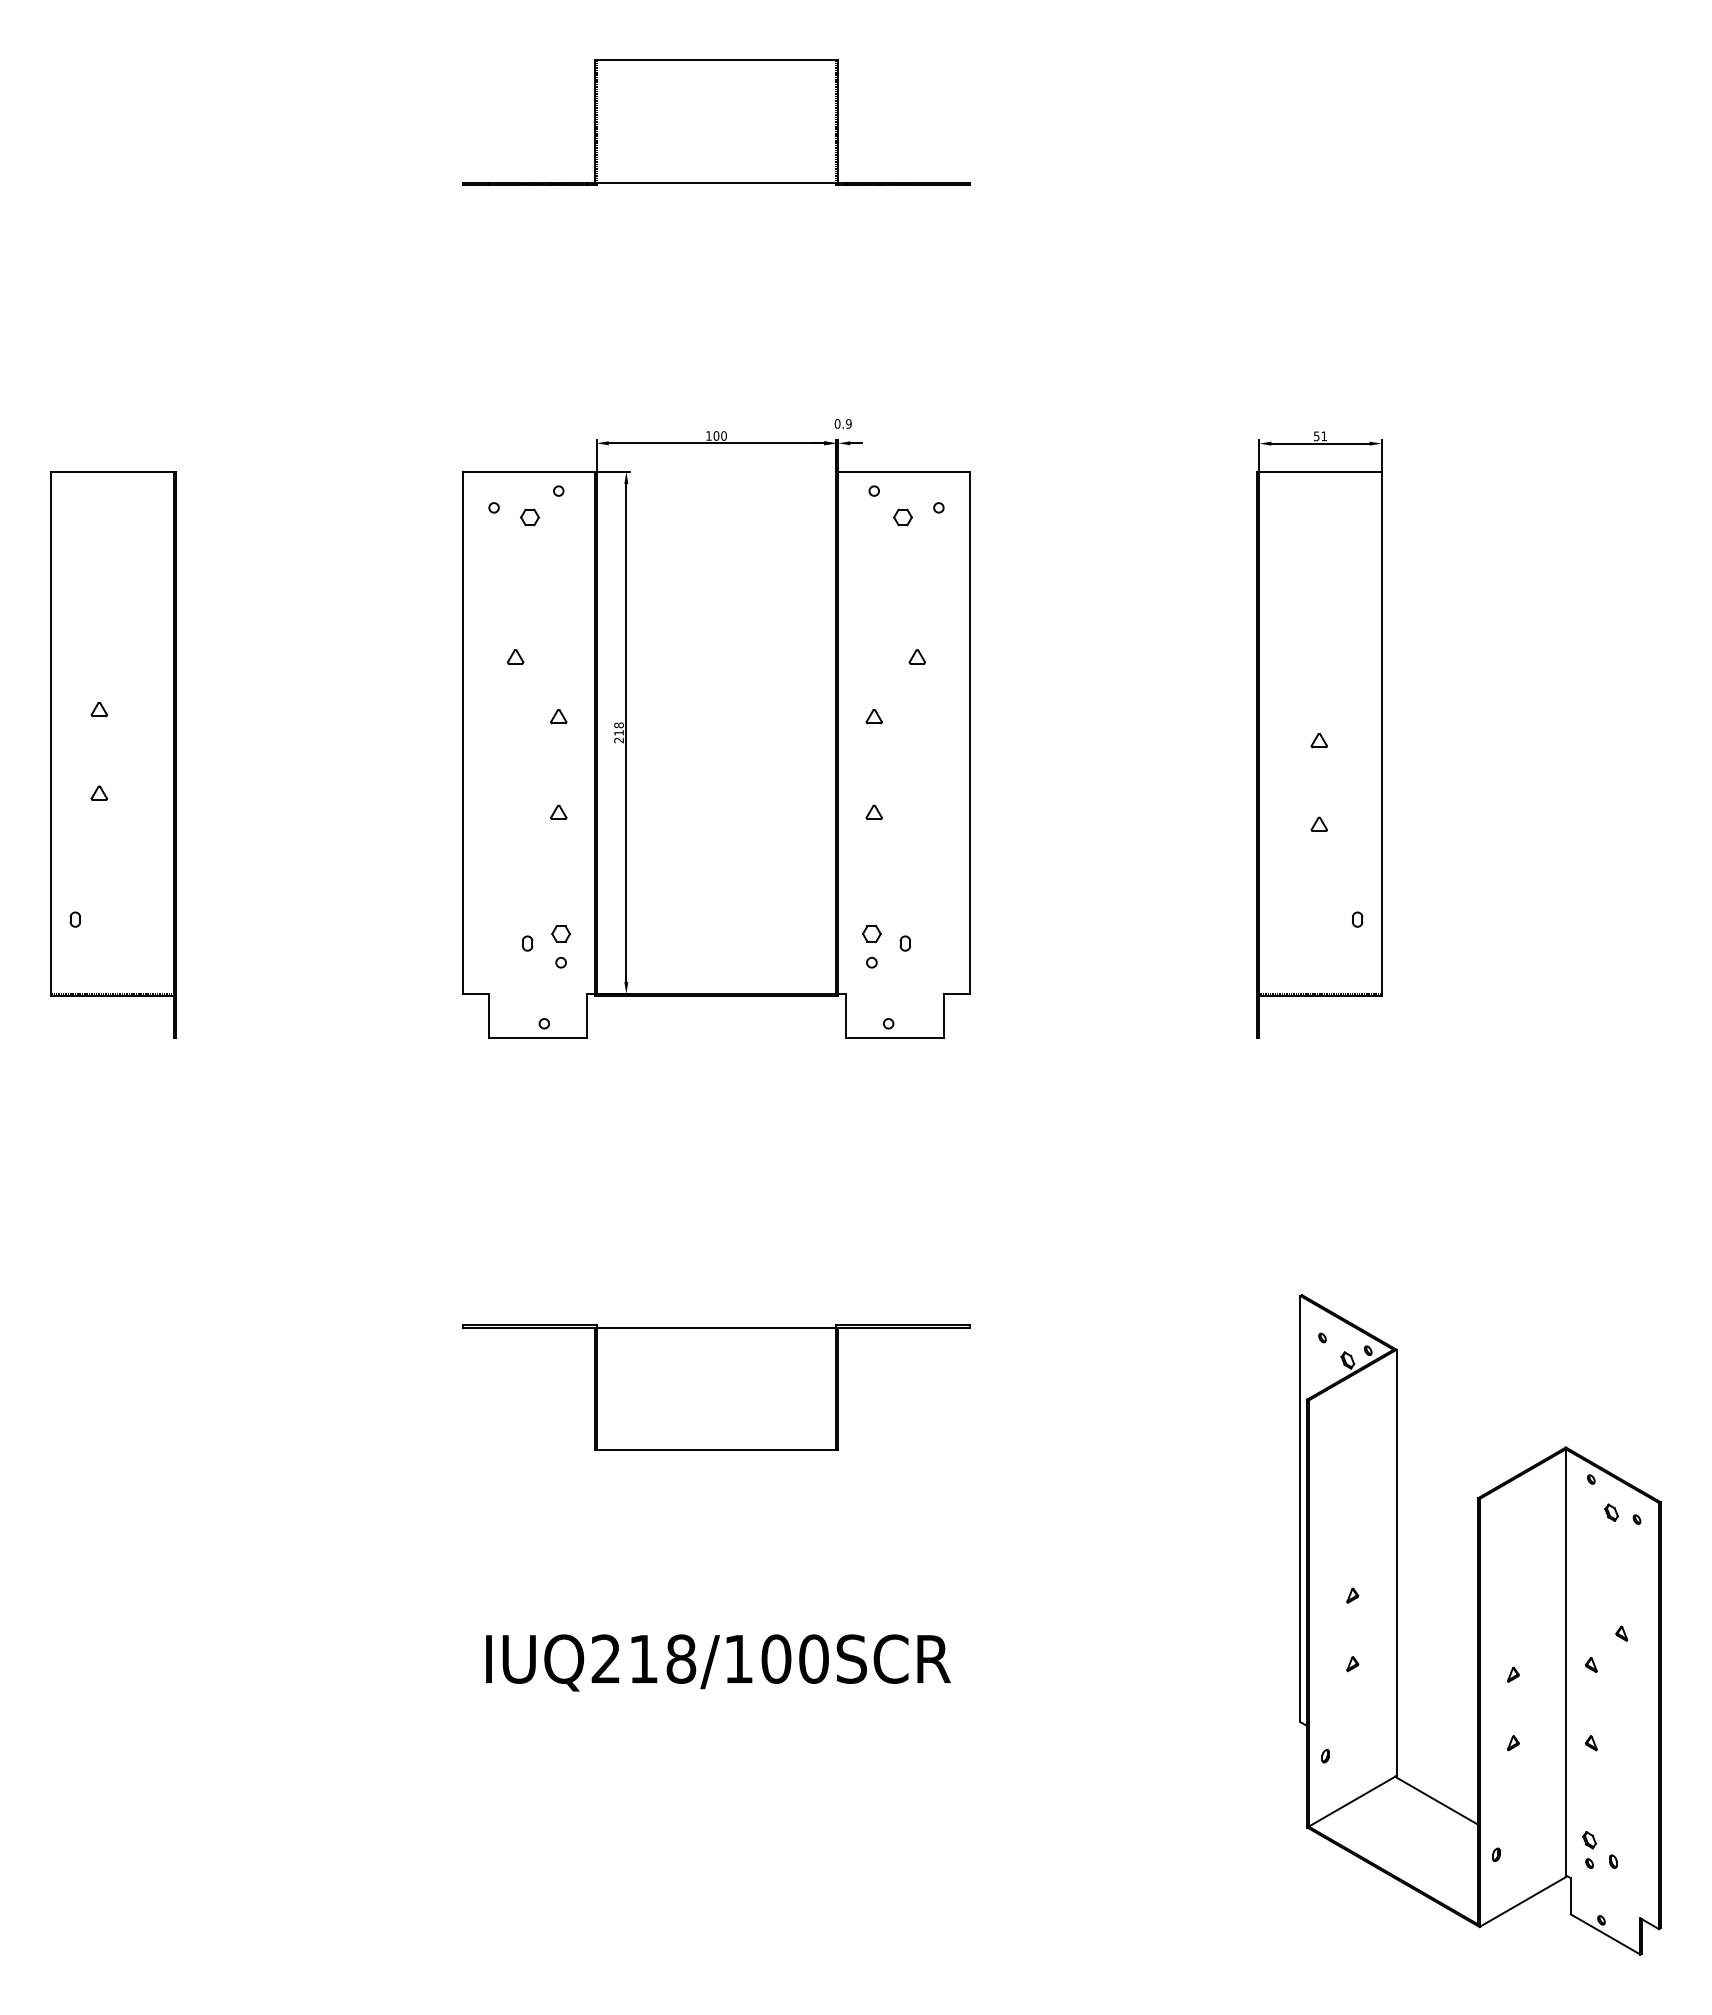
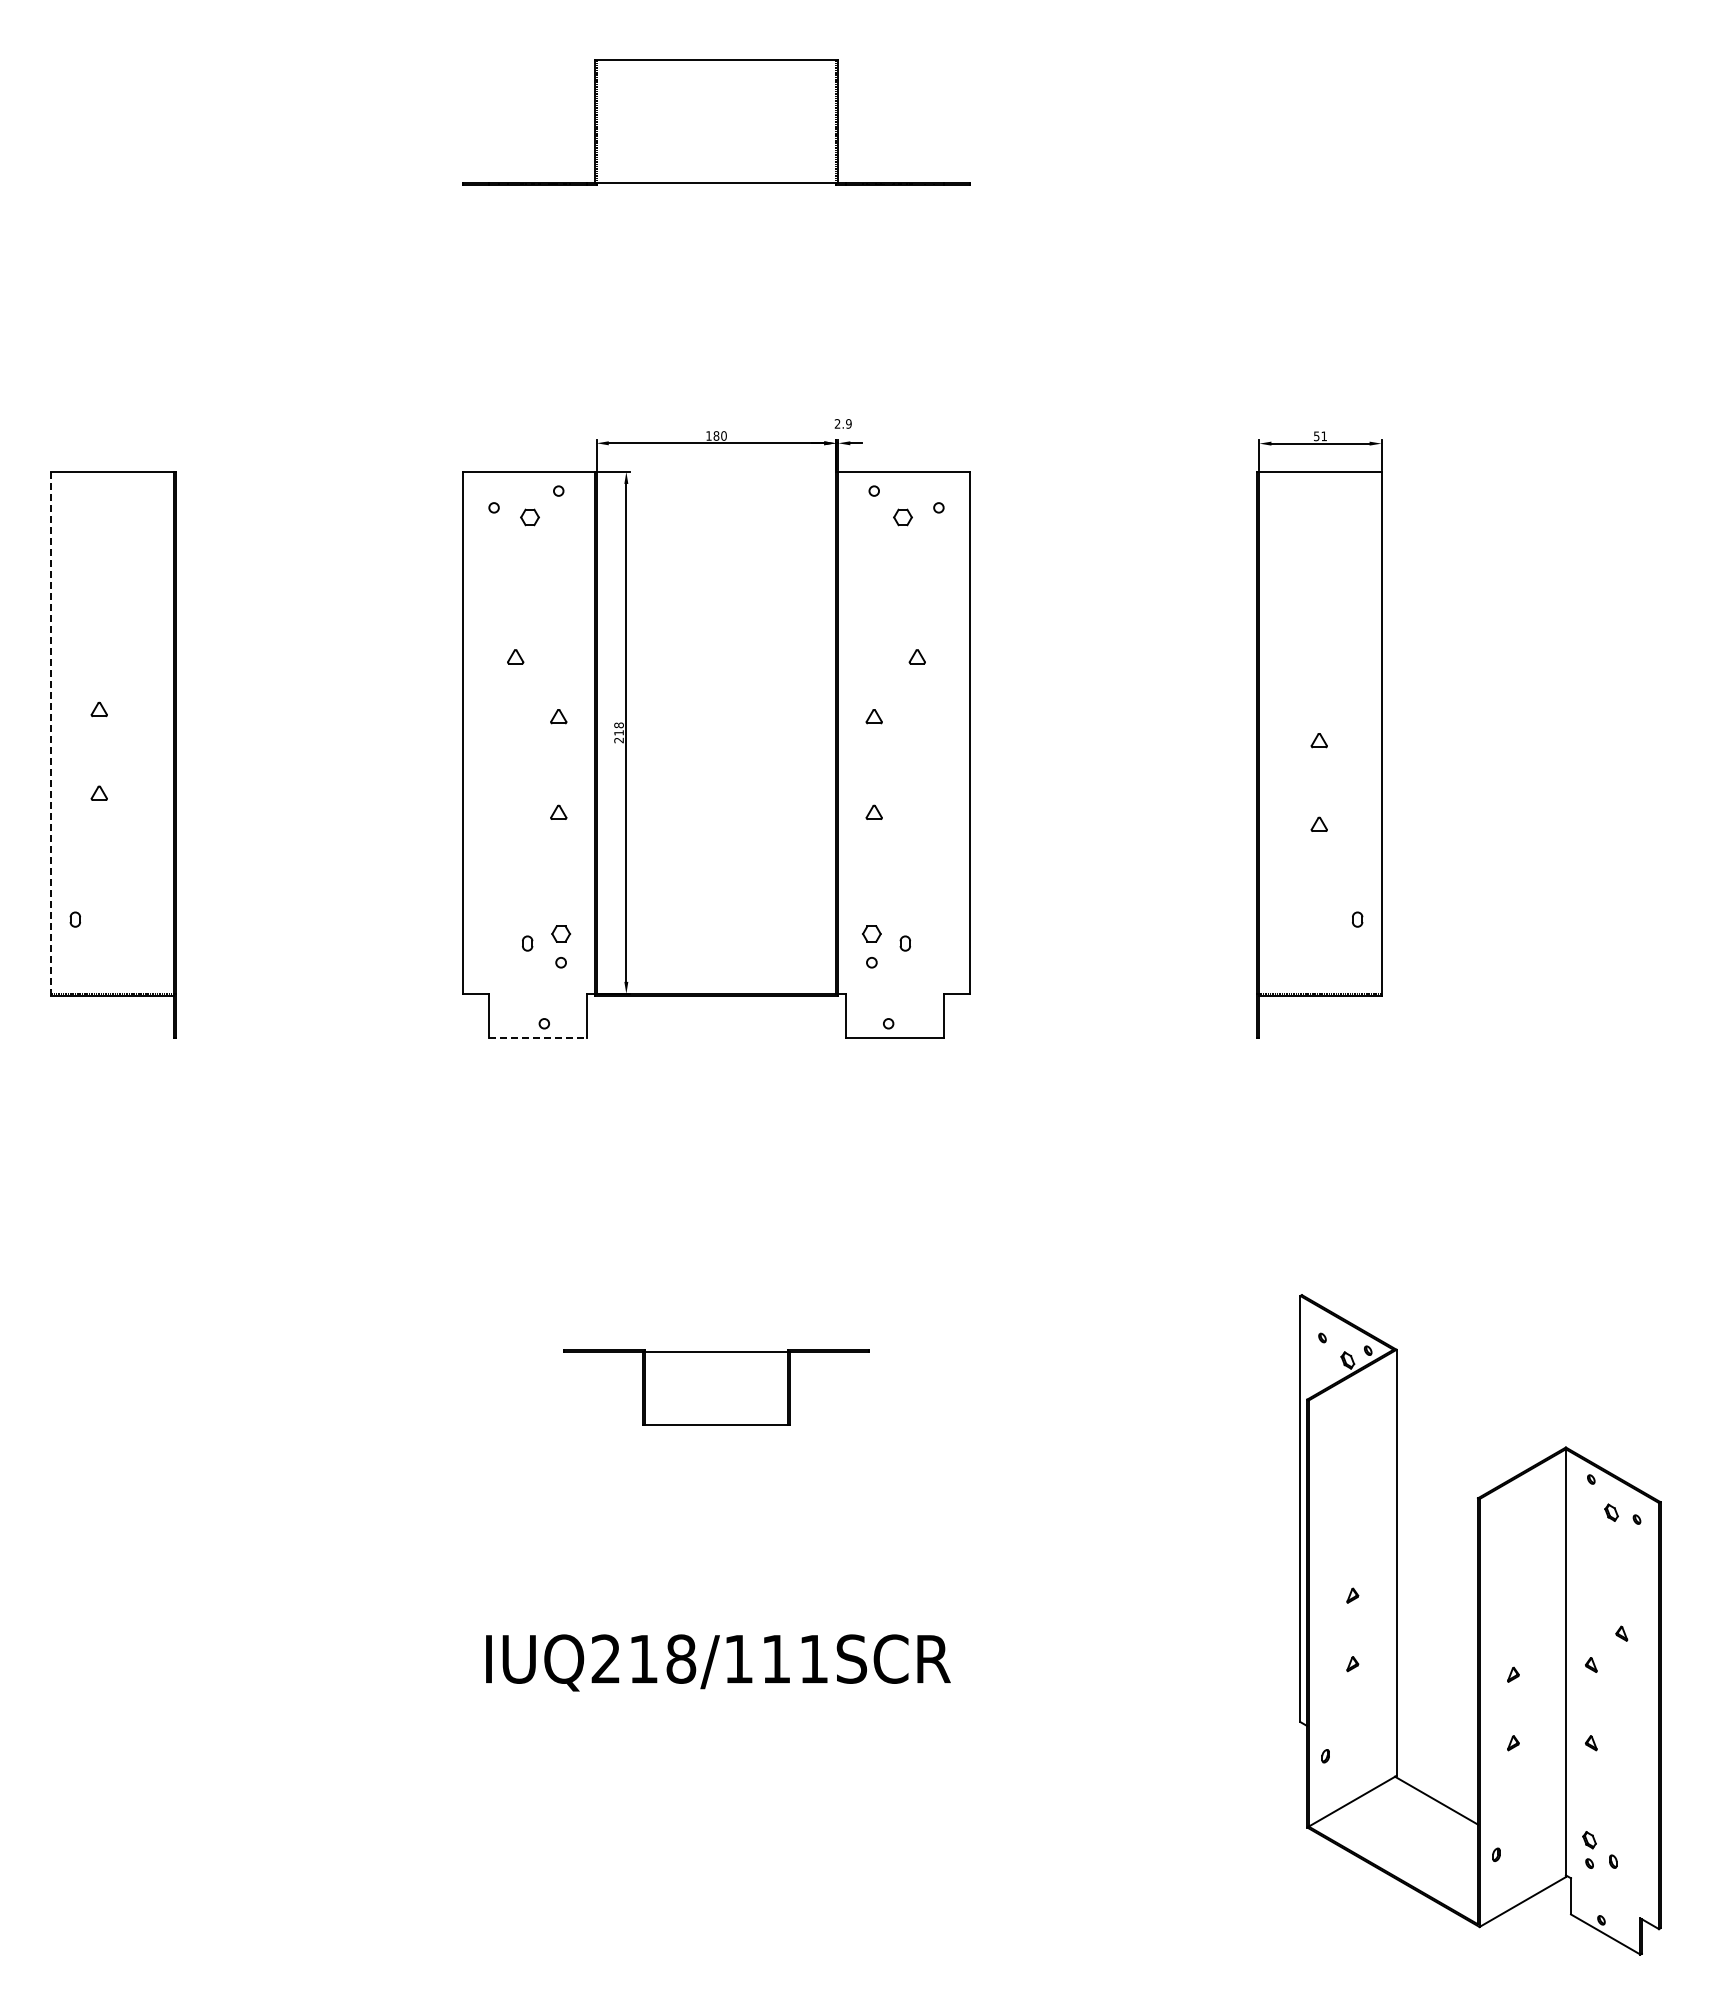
text at (837, 423): 0.9 -> 2.9
text at (716, 435): 100 -> 180
line at (51, 733): solid -> dashed
line at (538, 1038): solid -> dashed
part at (716, 1387) size: 509x127 px -> 307x77 px
text at (794, 1658): IUQ218/100SCR -> IUQ218/111SCR
